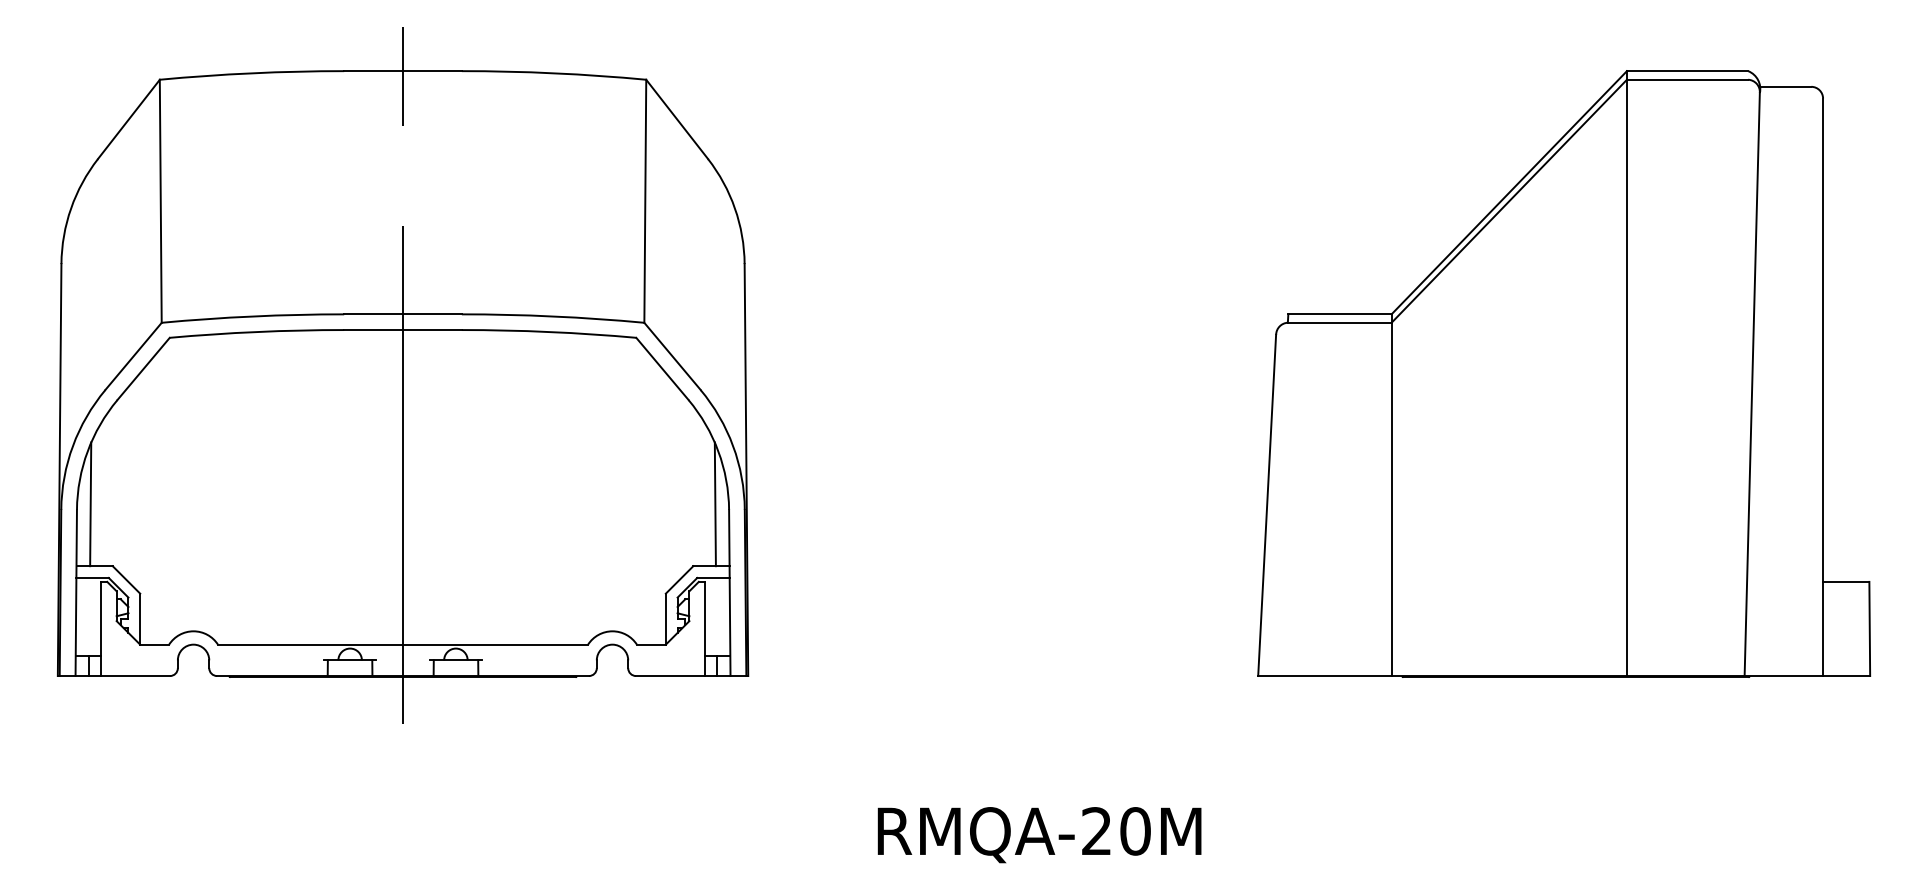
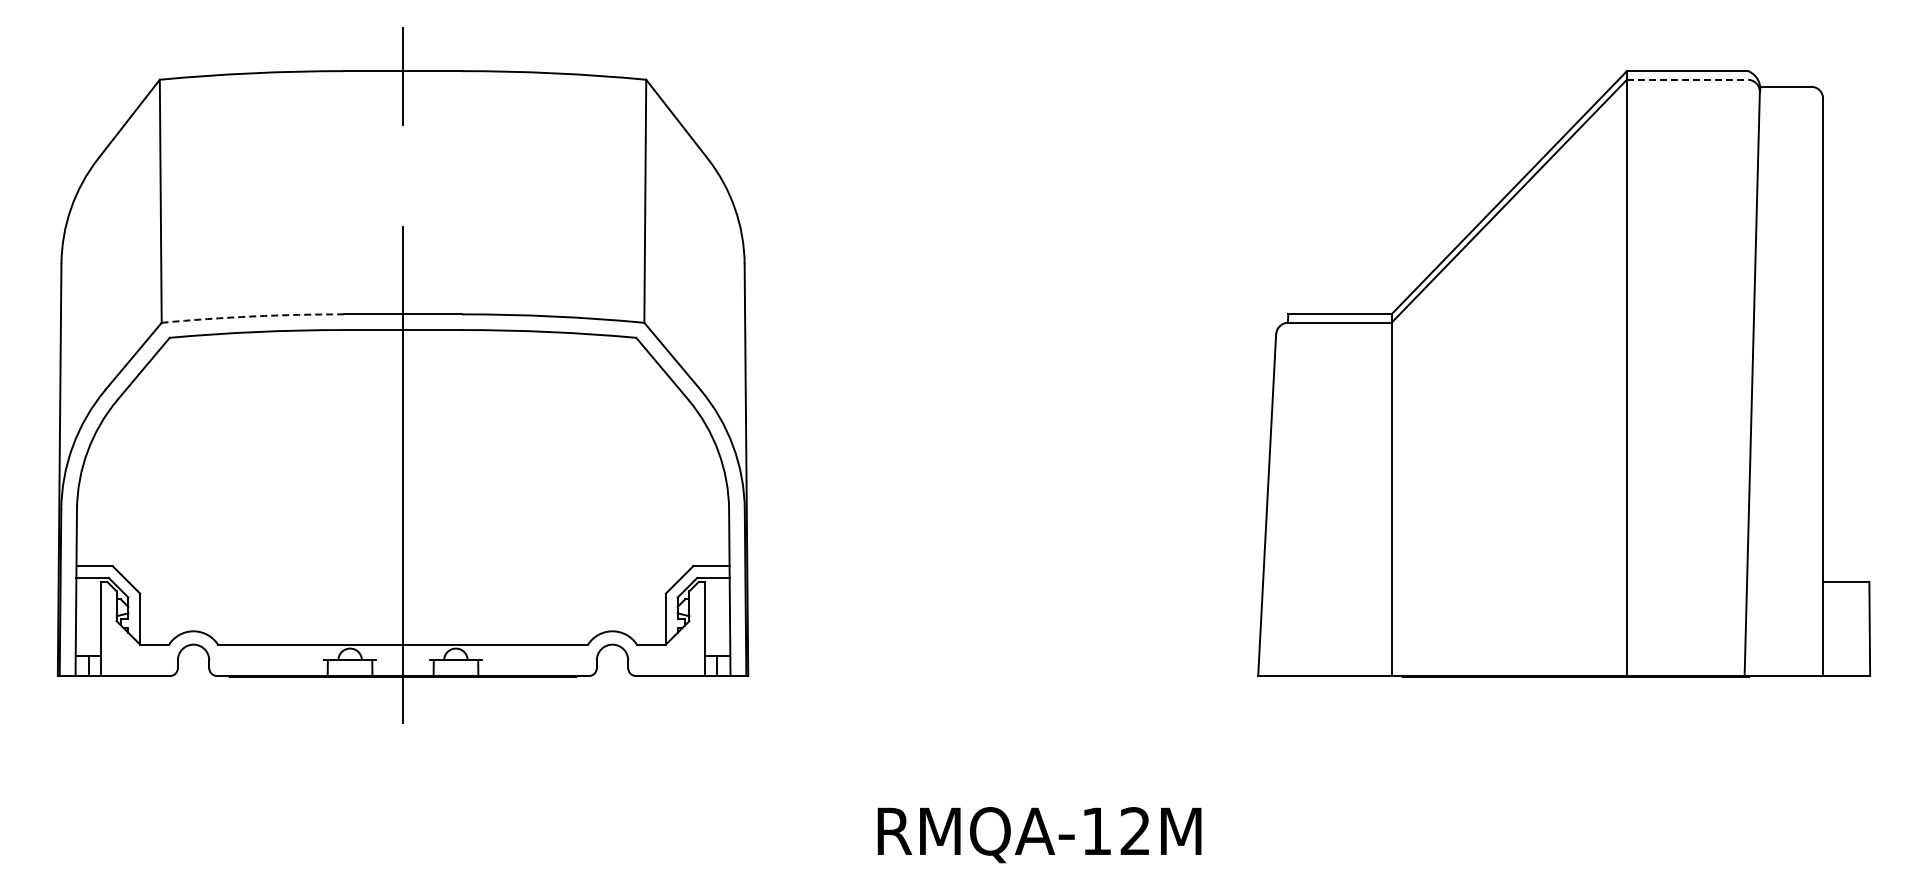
line at (1687, 79): solid -> dashed
arc at (252, 316): solid -> dashed
line at (90, 504): present -> none
line at (714, 504): present -> none
text at (1116, 831): RMQA-20M -> RMQA-12M
